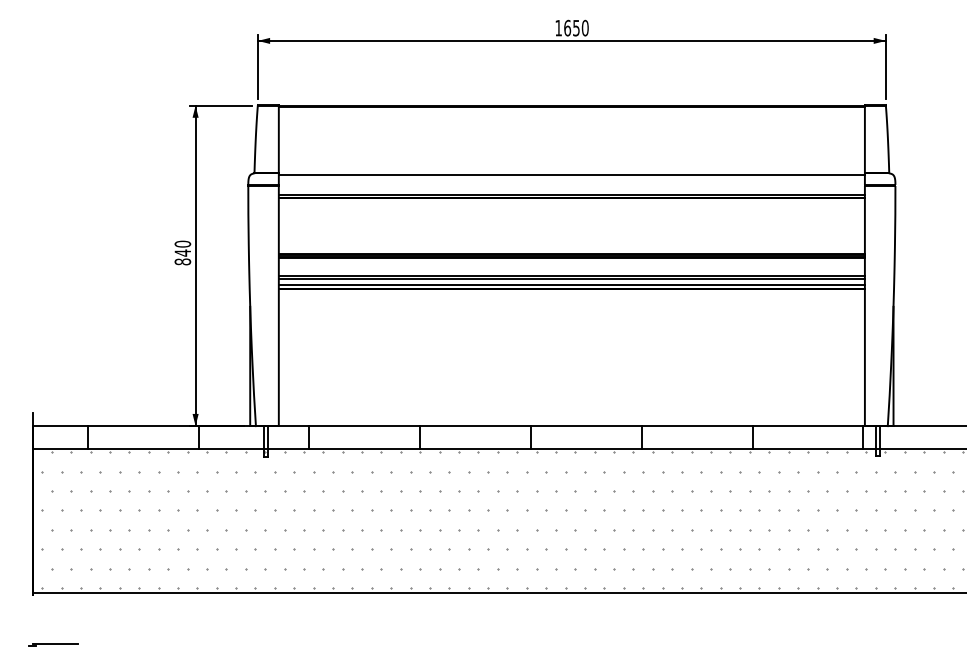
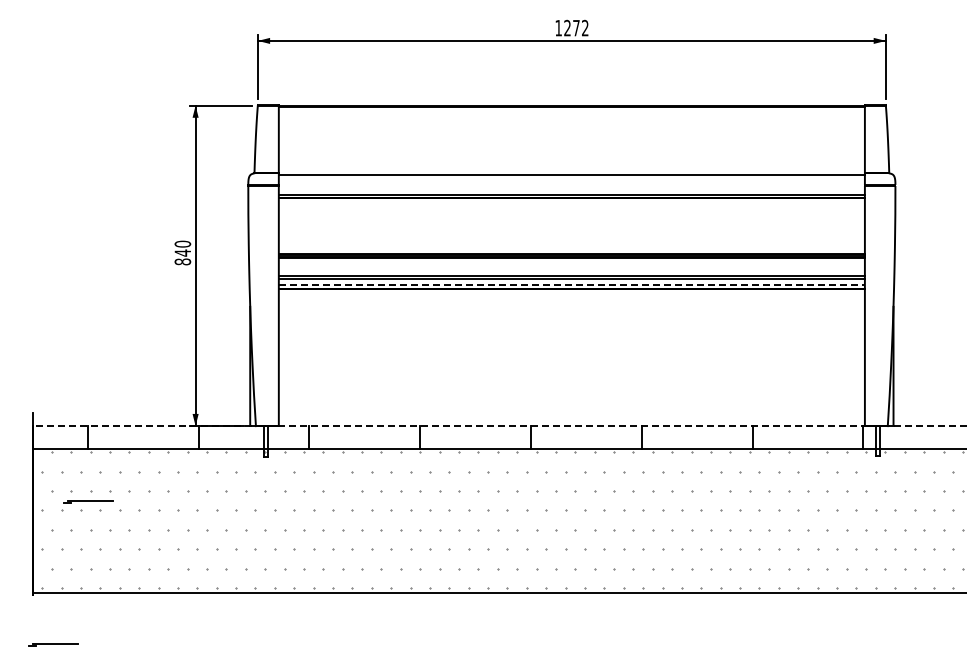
text at (576, 27): 1650 -> 1272
line at (572, 284): solid -> dashed
line at (499, 426): solid -> dashed
part at (88, 501): none -> present
